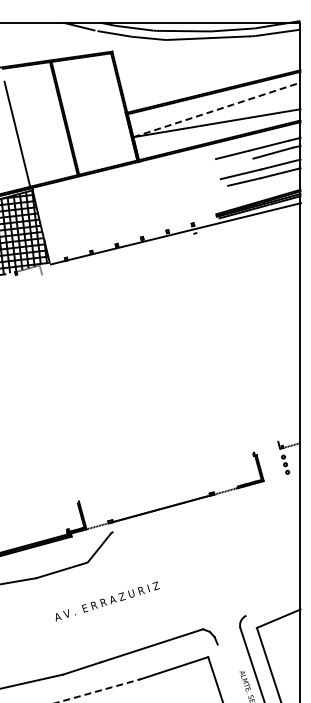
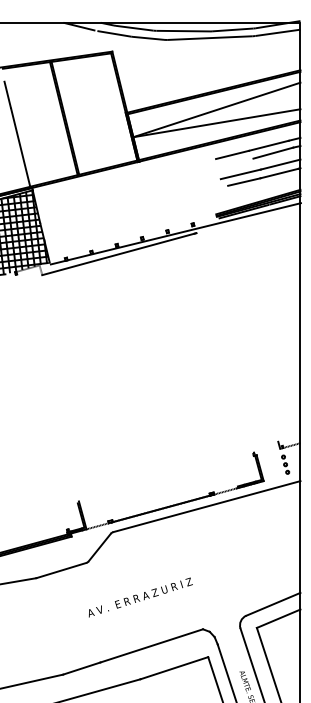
line at (216, 109): dashed -> solid
line at (119, 254): none -> present
line at (206, 506): none -> present
text at (107, 601) position: (107, 601) -> (140, 597)
line at (273, 603): none -> present
line at (226, 671): none -> present
line at (98, 691): dashed -> solid
